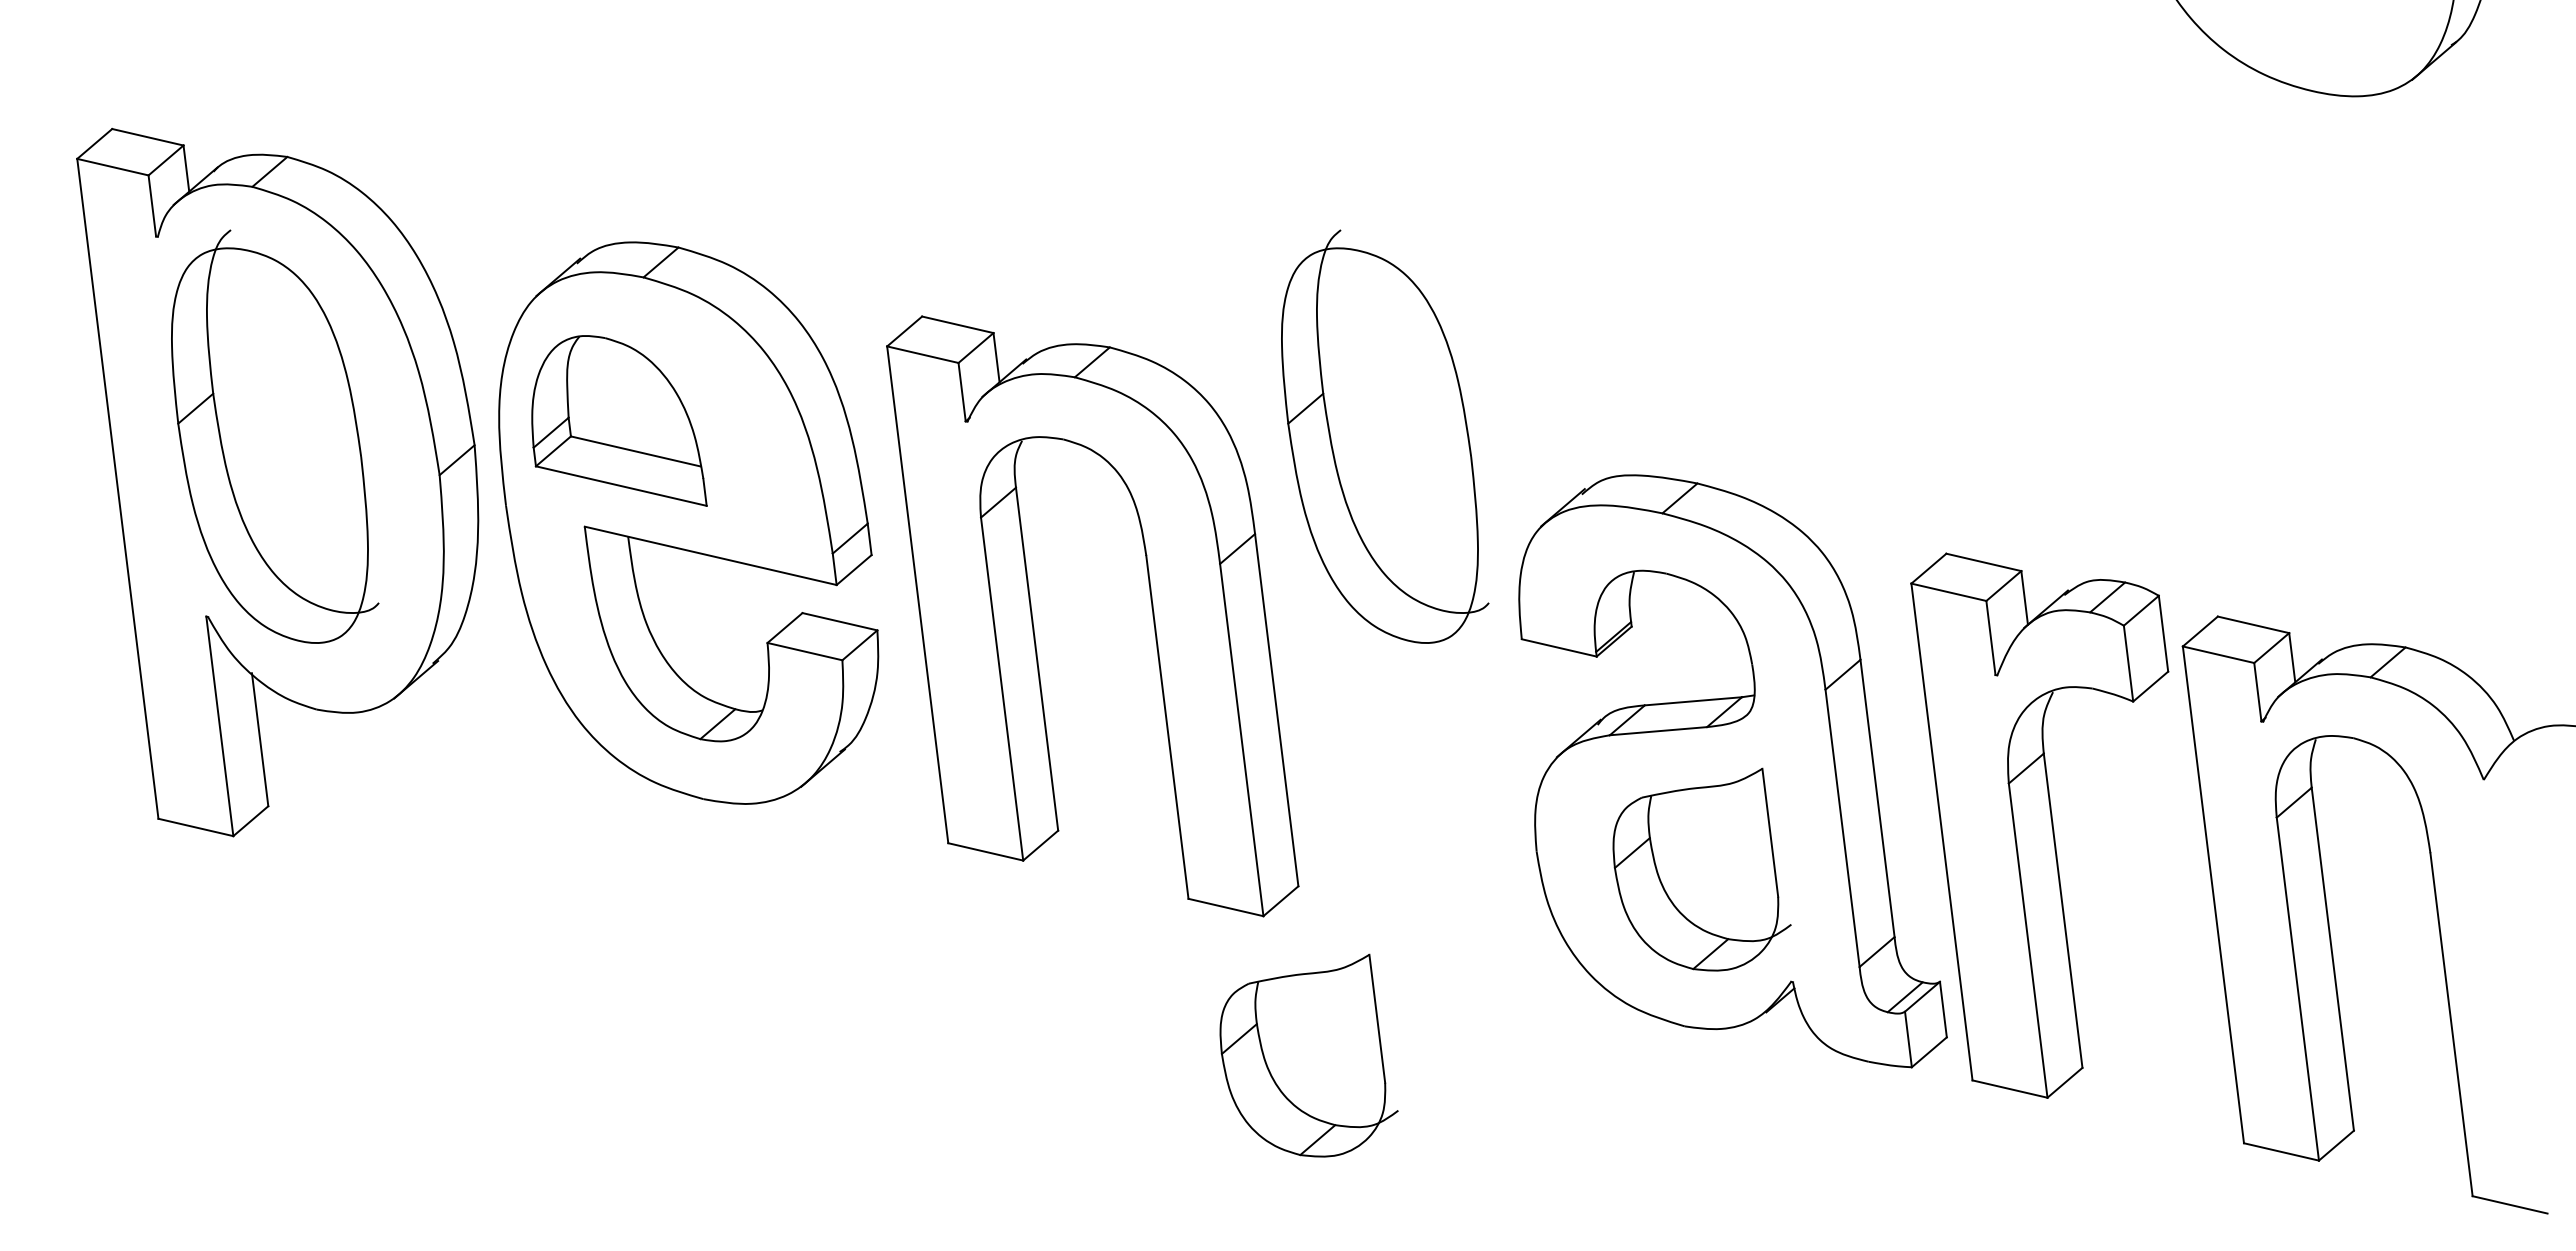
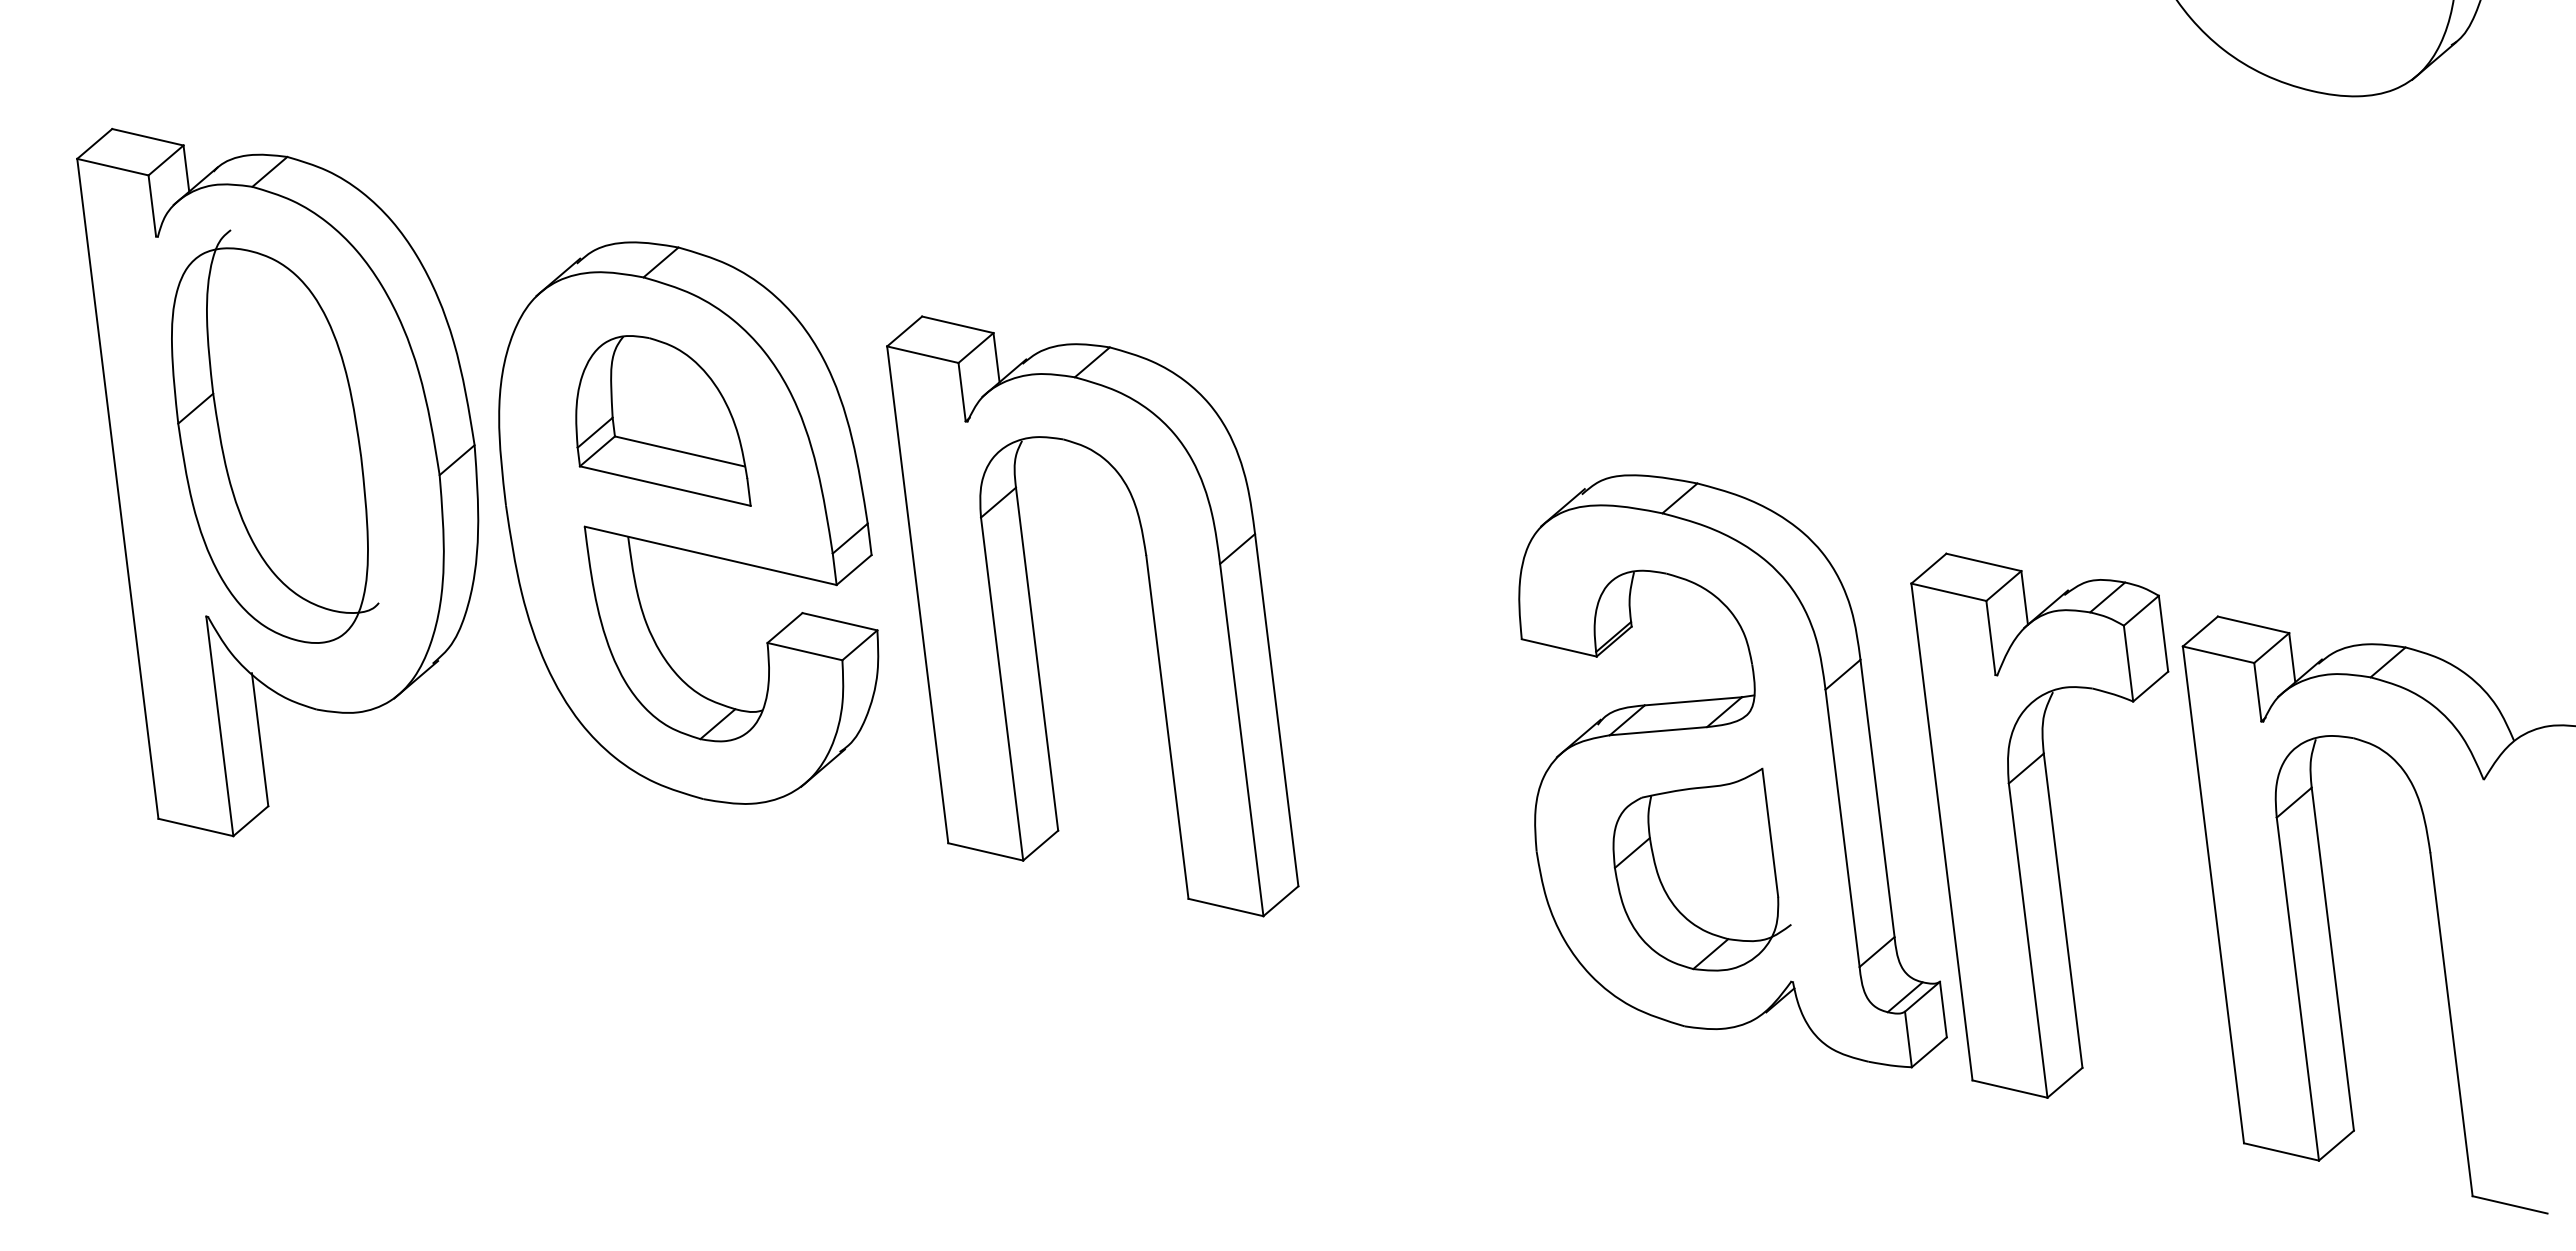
part at (619, 420) position: (619, 420) -> (663, 420)
part at (1385, 436): present -> none
part at (1308, 1055): present -> none
